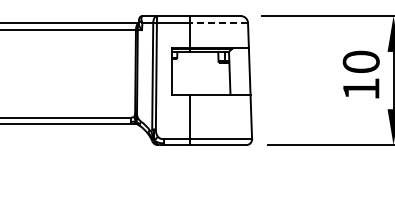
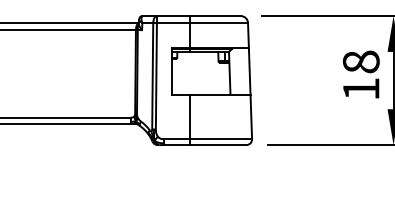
line at (218, 23): dashed -> solid
text at (360, 61): 10 -> 18
